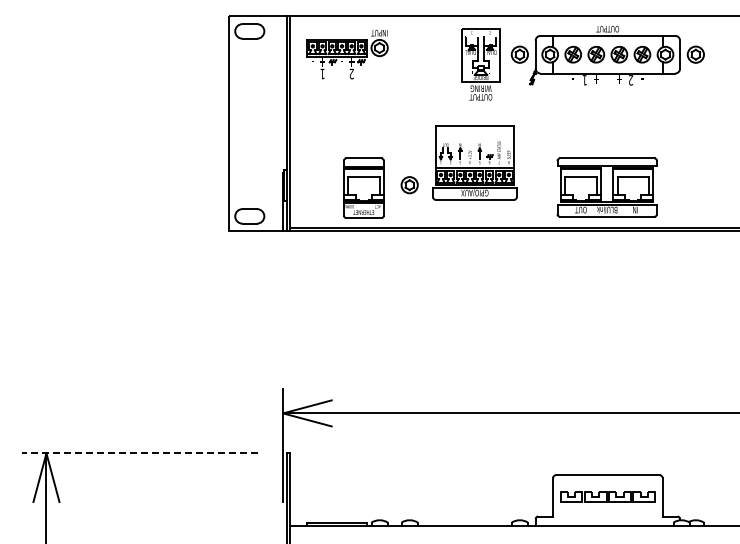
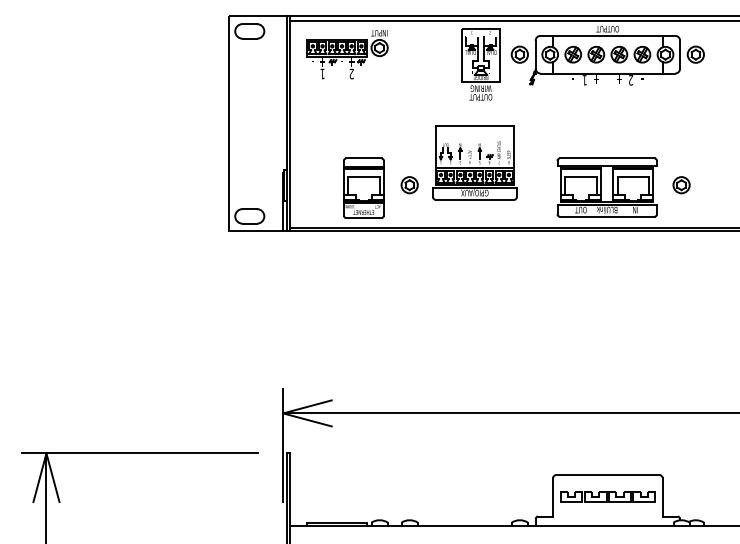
line at (513, 21): none -> present
part at (681, 185): none -> present
line at (139, 453): dashed -> solid
